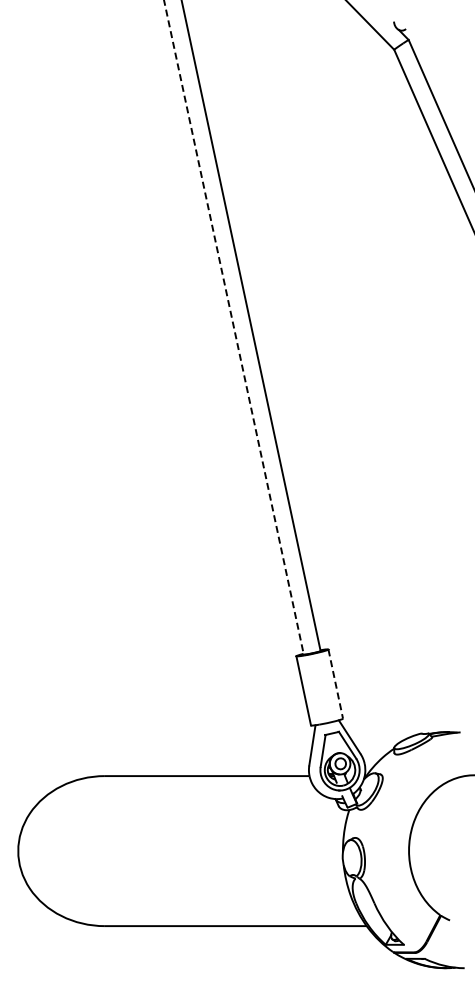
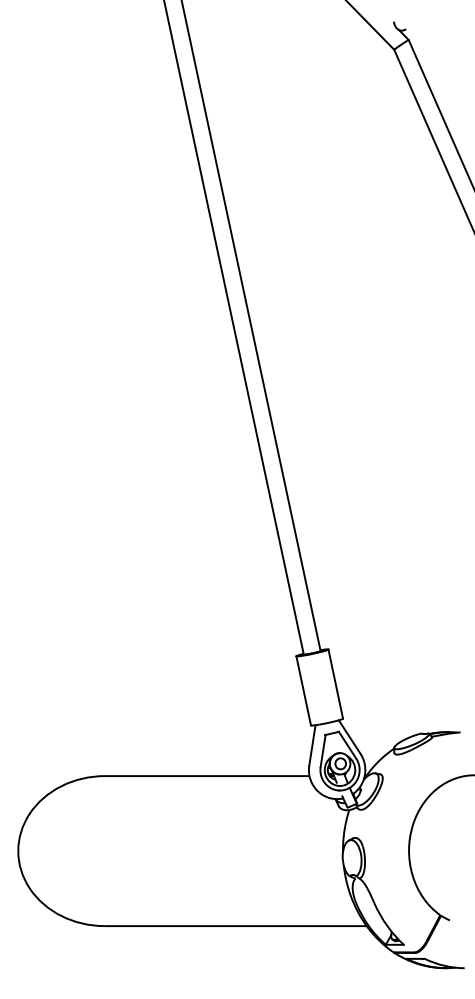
line at (234, 328): dashed -> solid
line at (335, 684): dashed -> solid
